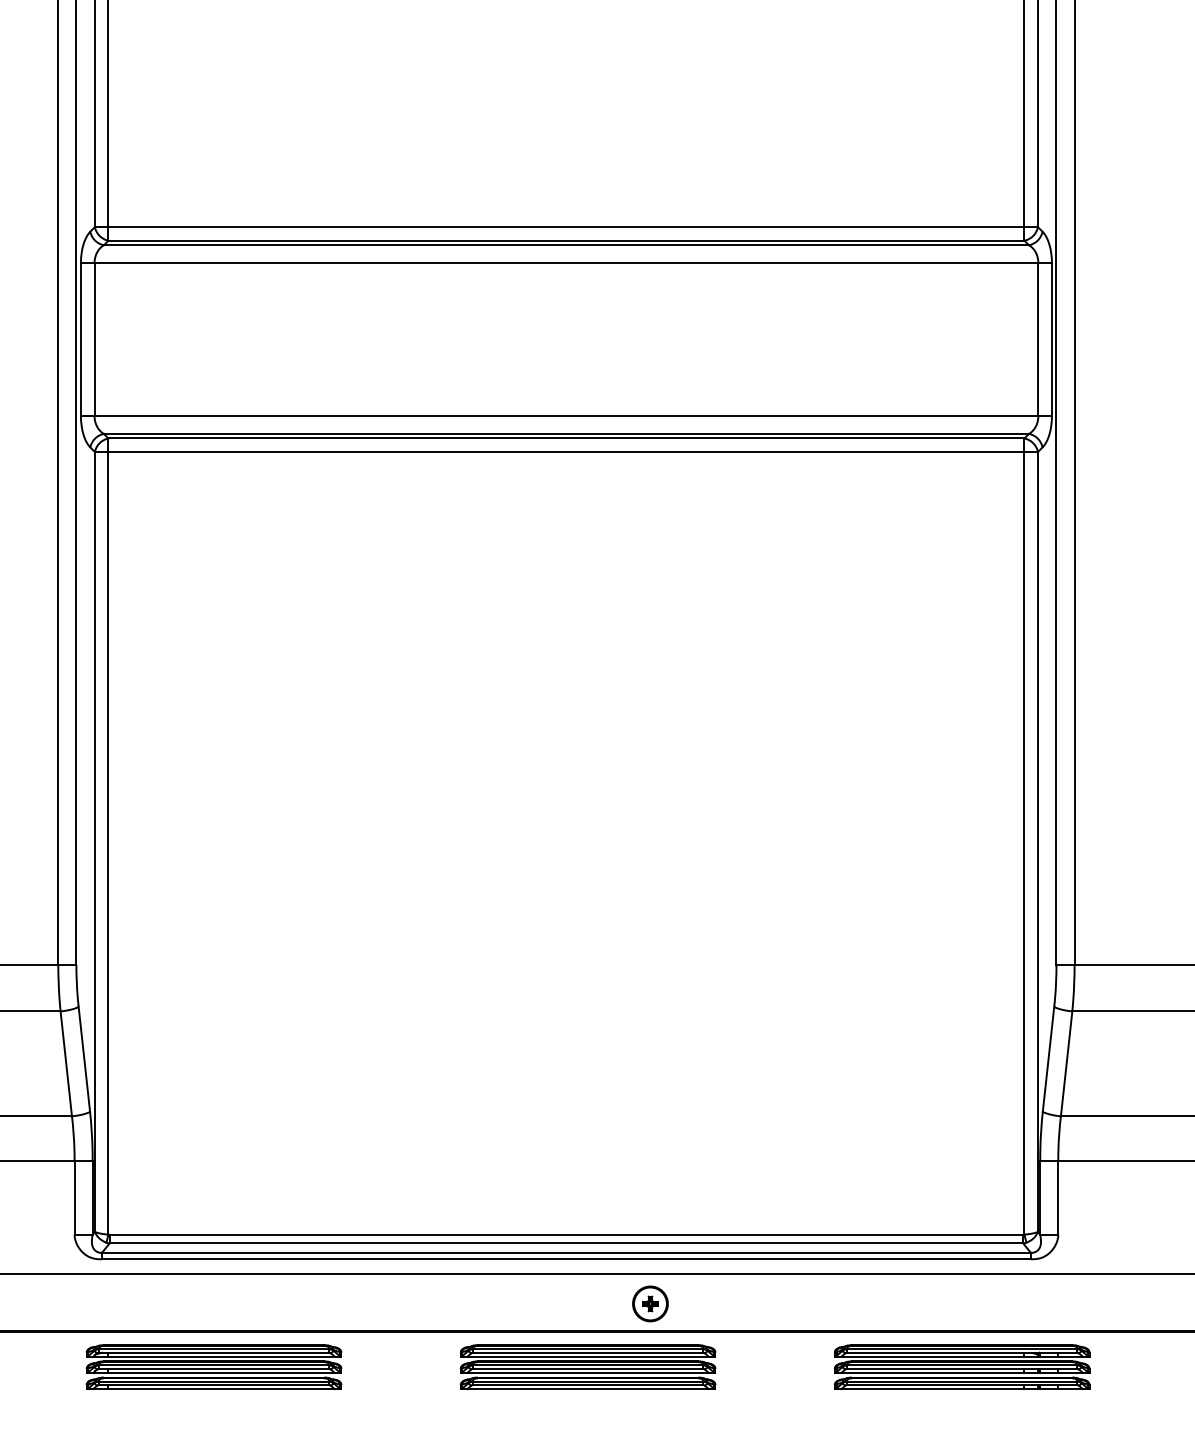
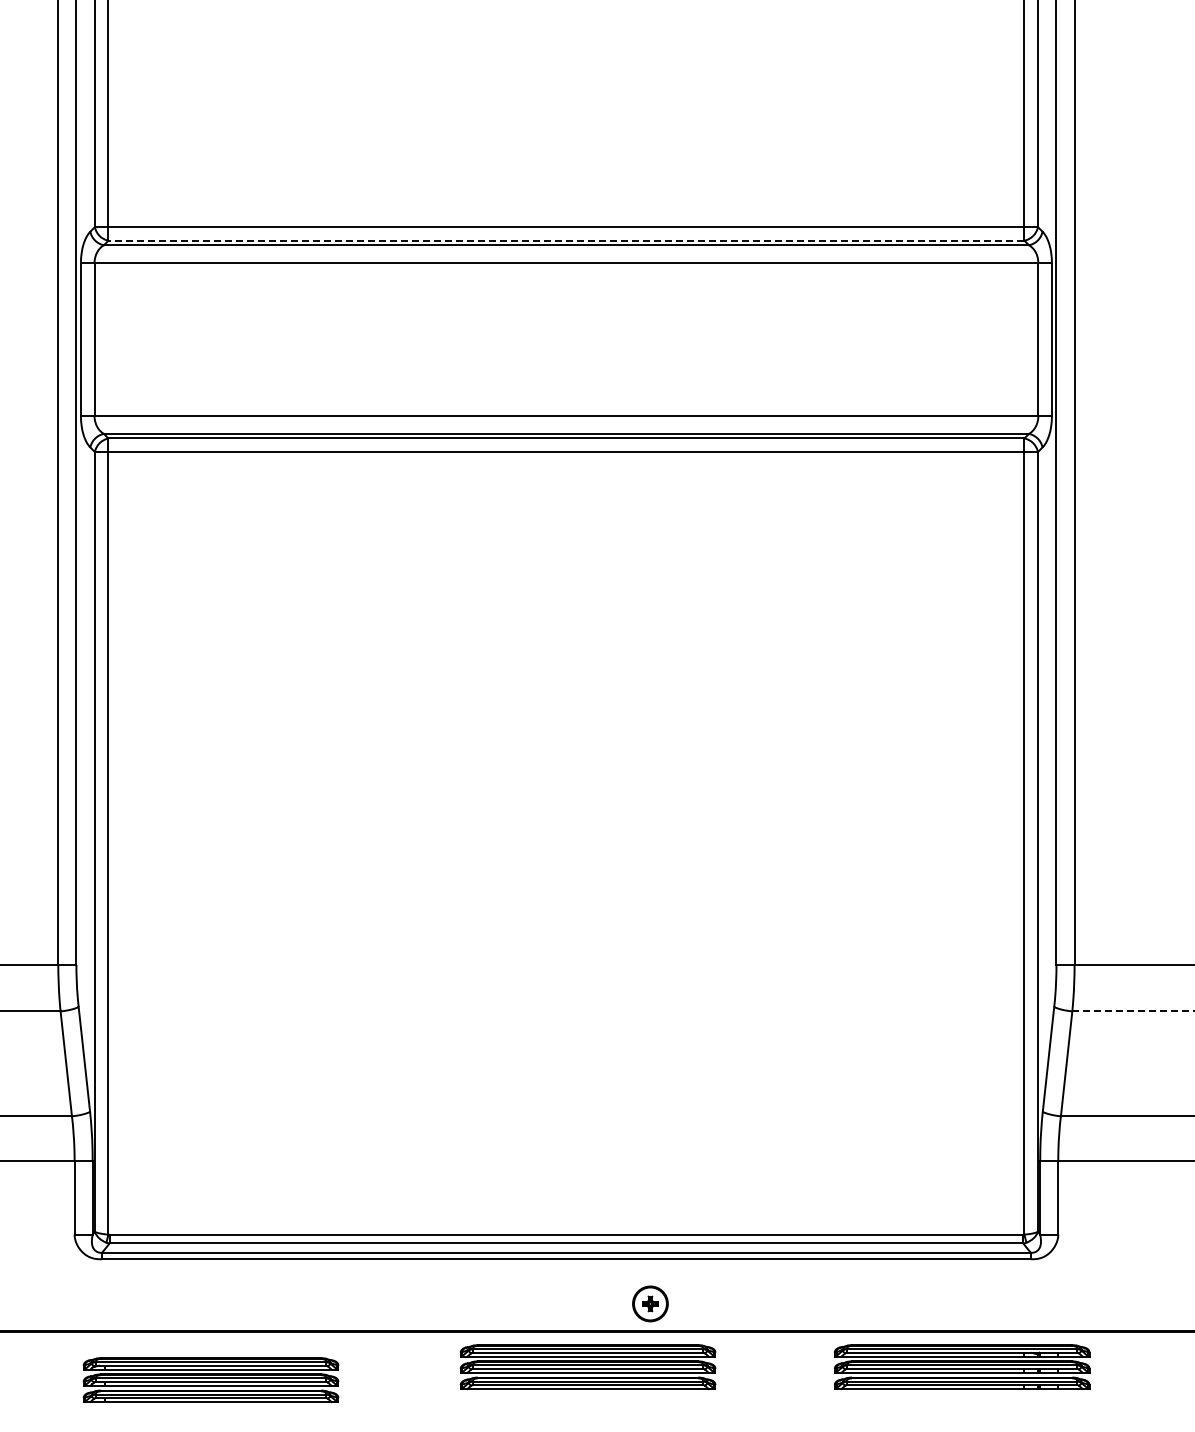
line at (566, 240): solid -> dashed
line at (1133, 1011): solid -> dashed
line at (596, 1274): present -> none
part at (213, 1367) position: (213, 1367) -> (210, 1380)
